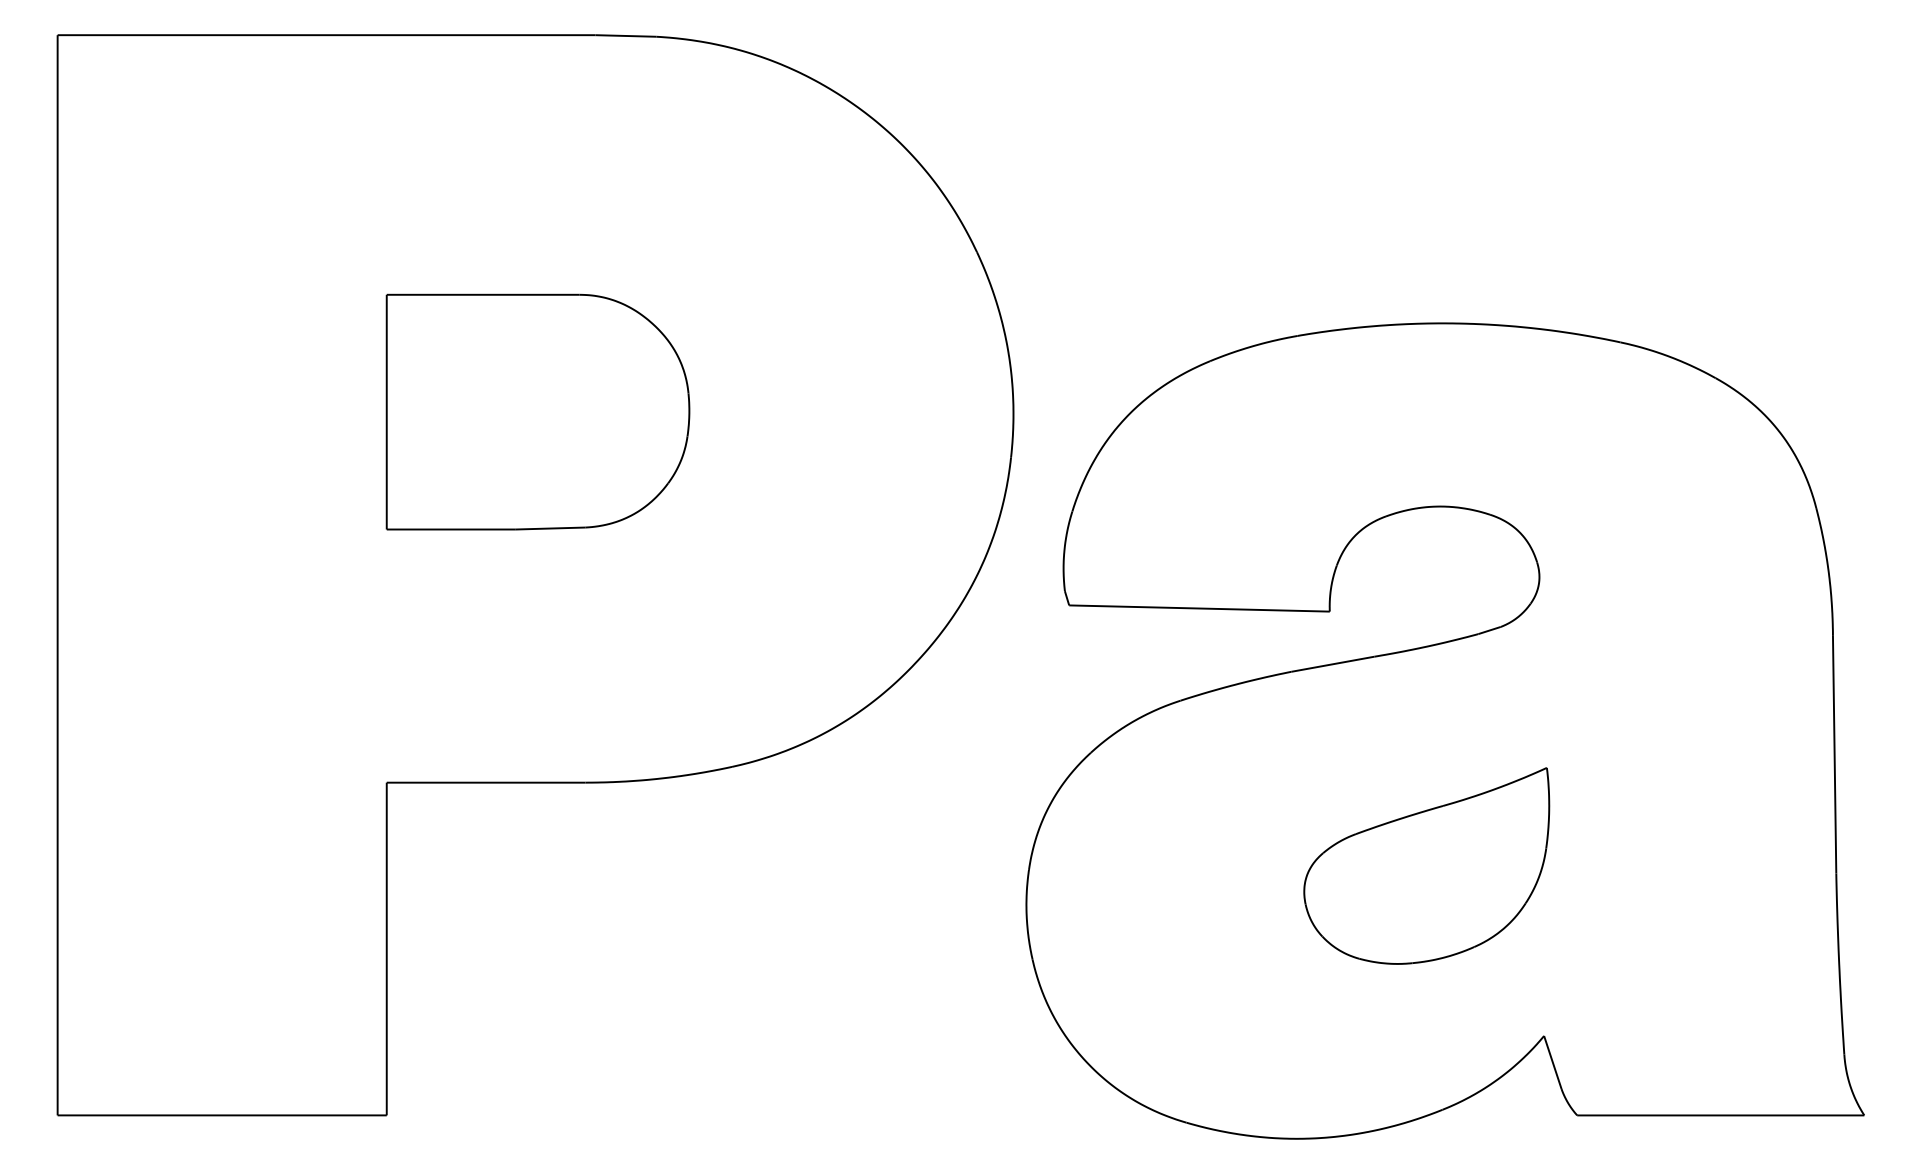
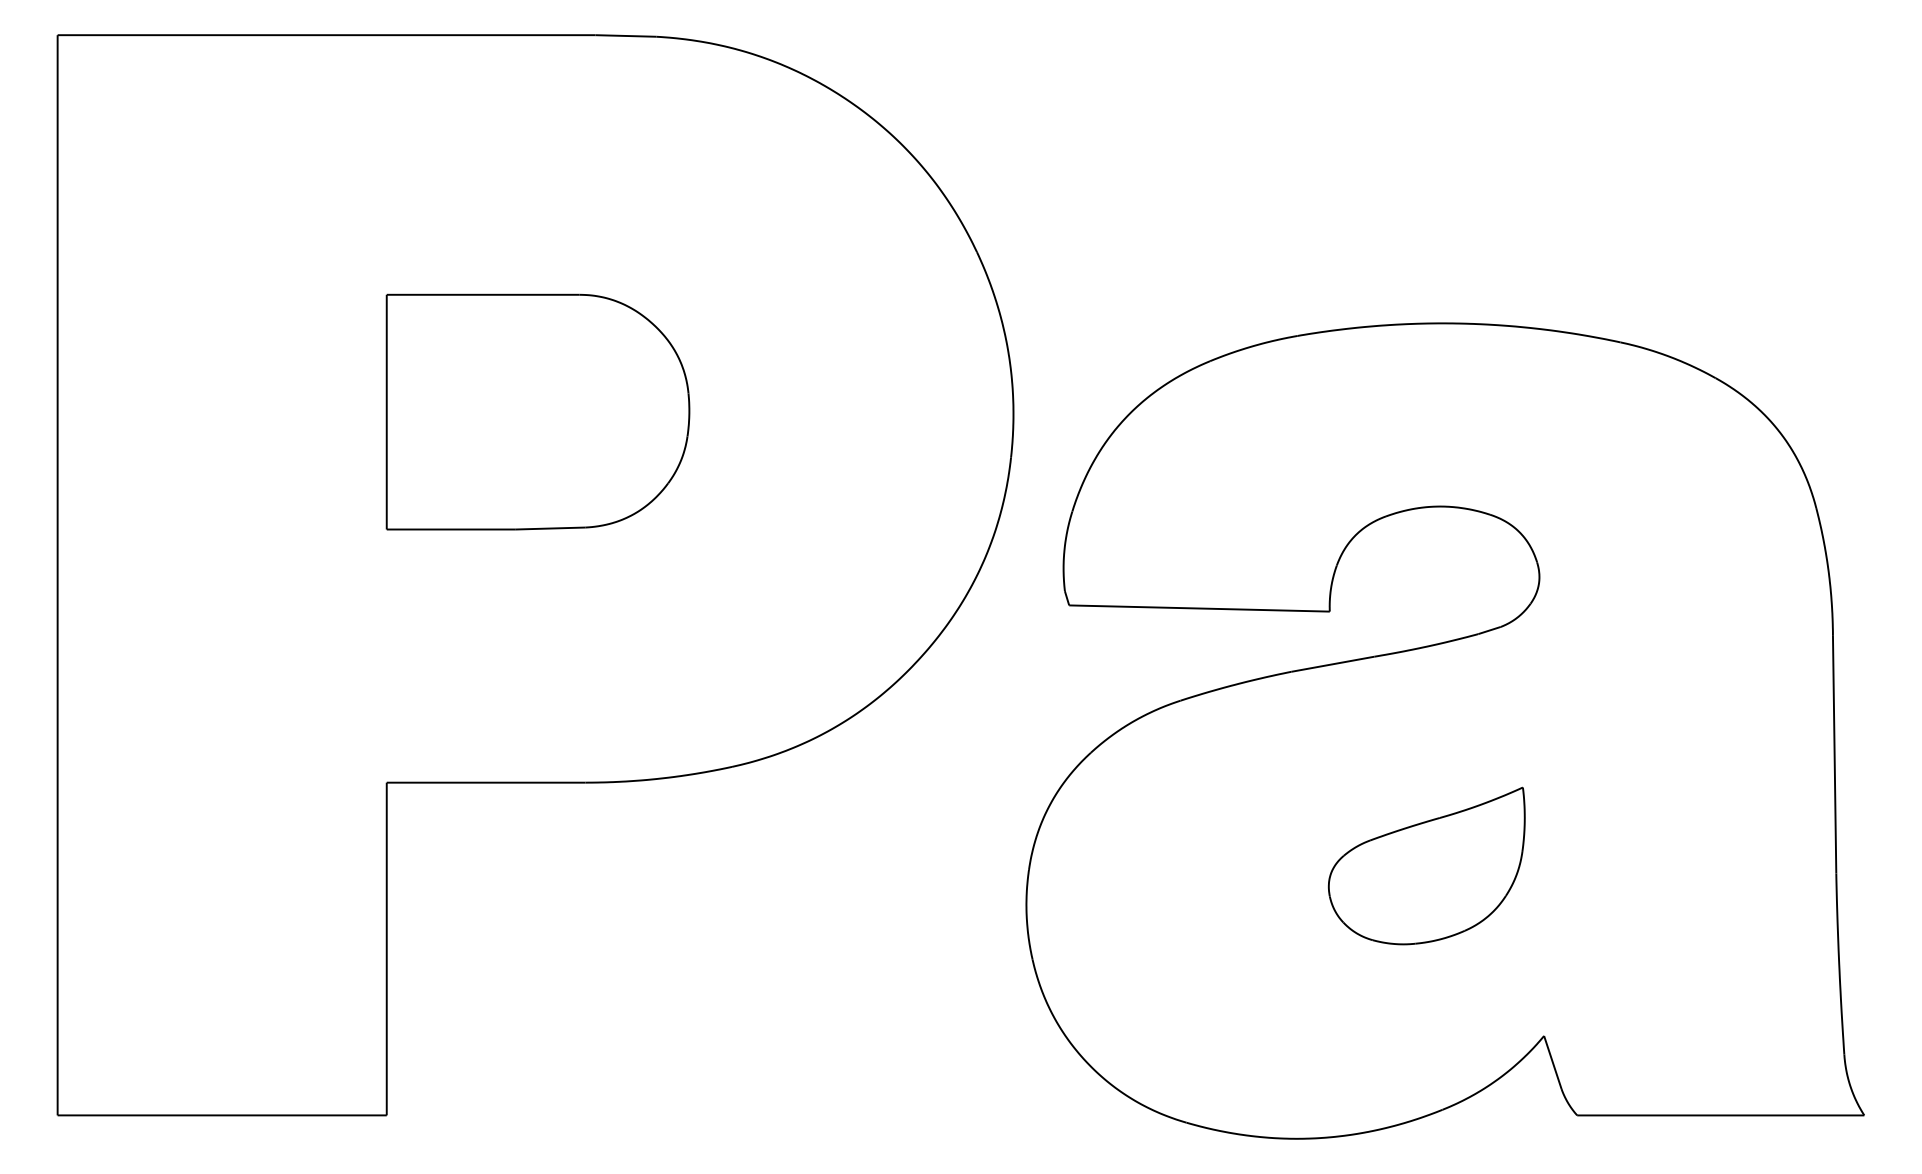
part at (1426, 865) size: 248x198 px -> 199x160 px
